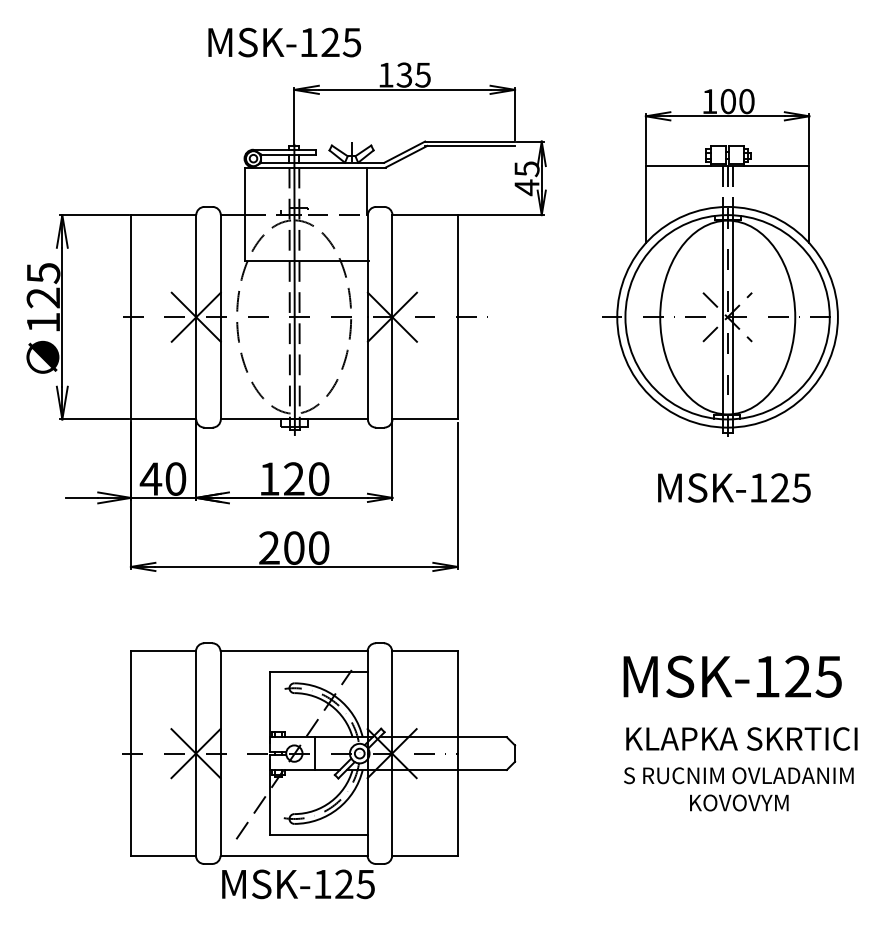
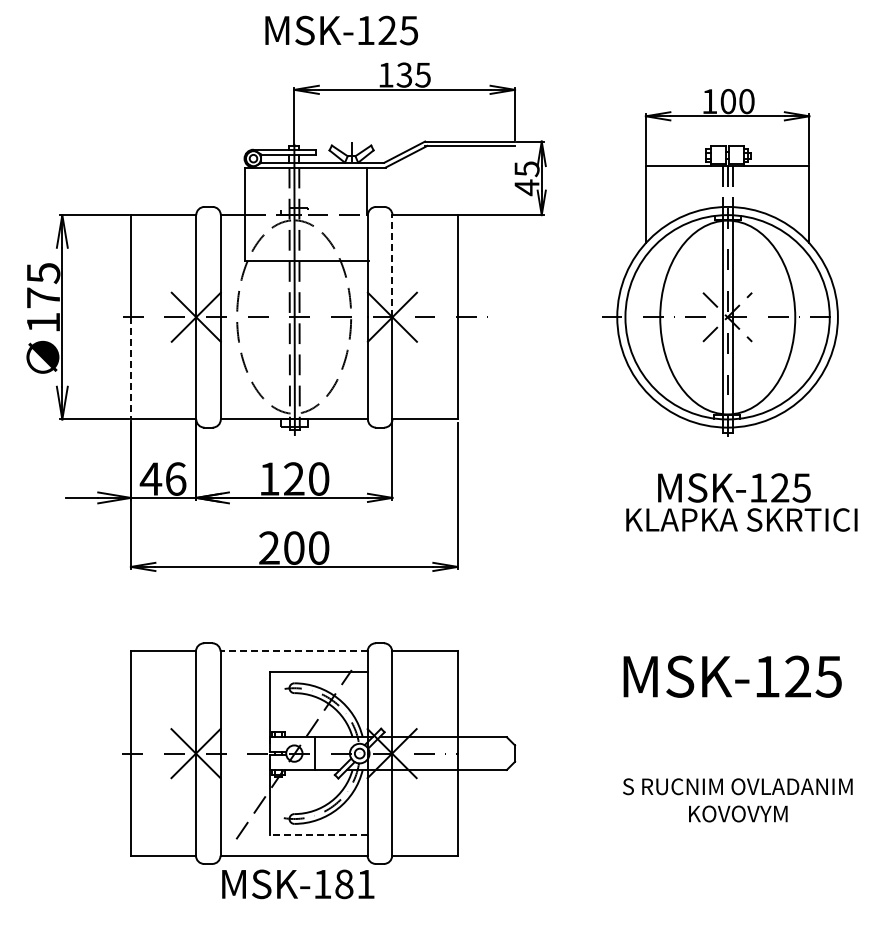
text at (284, 42) position: (284, 42) -> (341, 30)
line at (392, 265): solid -> dashed
text at (42, 297): 125 -> 175
line at (130, 368): solid -> dashed
text at (175, 478): 40 -> 46
line at (294, 651): solid -> dashed
text at (741, 738) position: (741, 738) -> (741, 519)
text at (738, 789) position: (738, 789) -> (737, 800)
line at (318, 835): solid -> dashed
text at (354, 884): MSK-125 -> MSK-181
